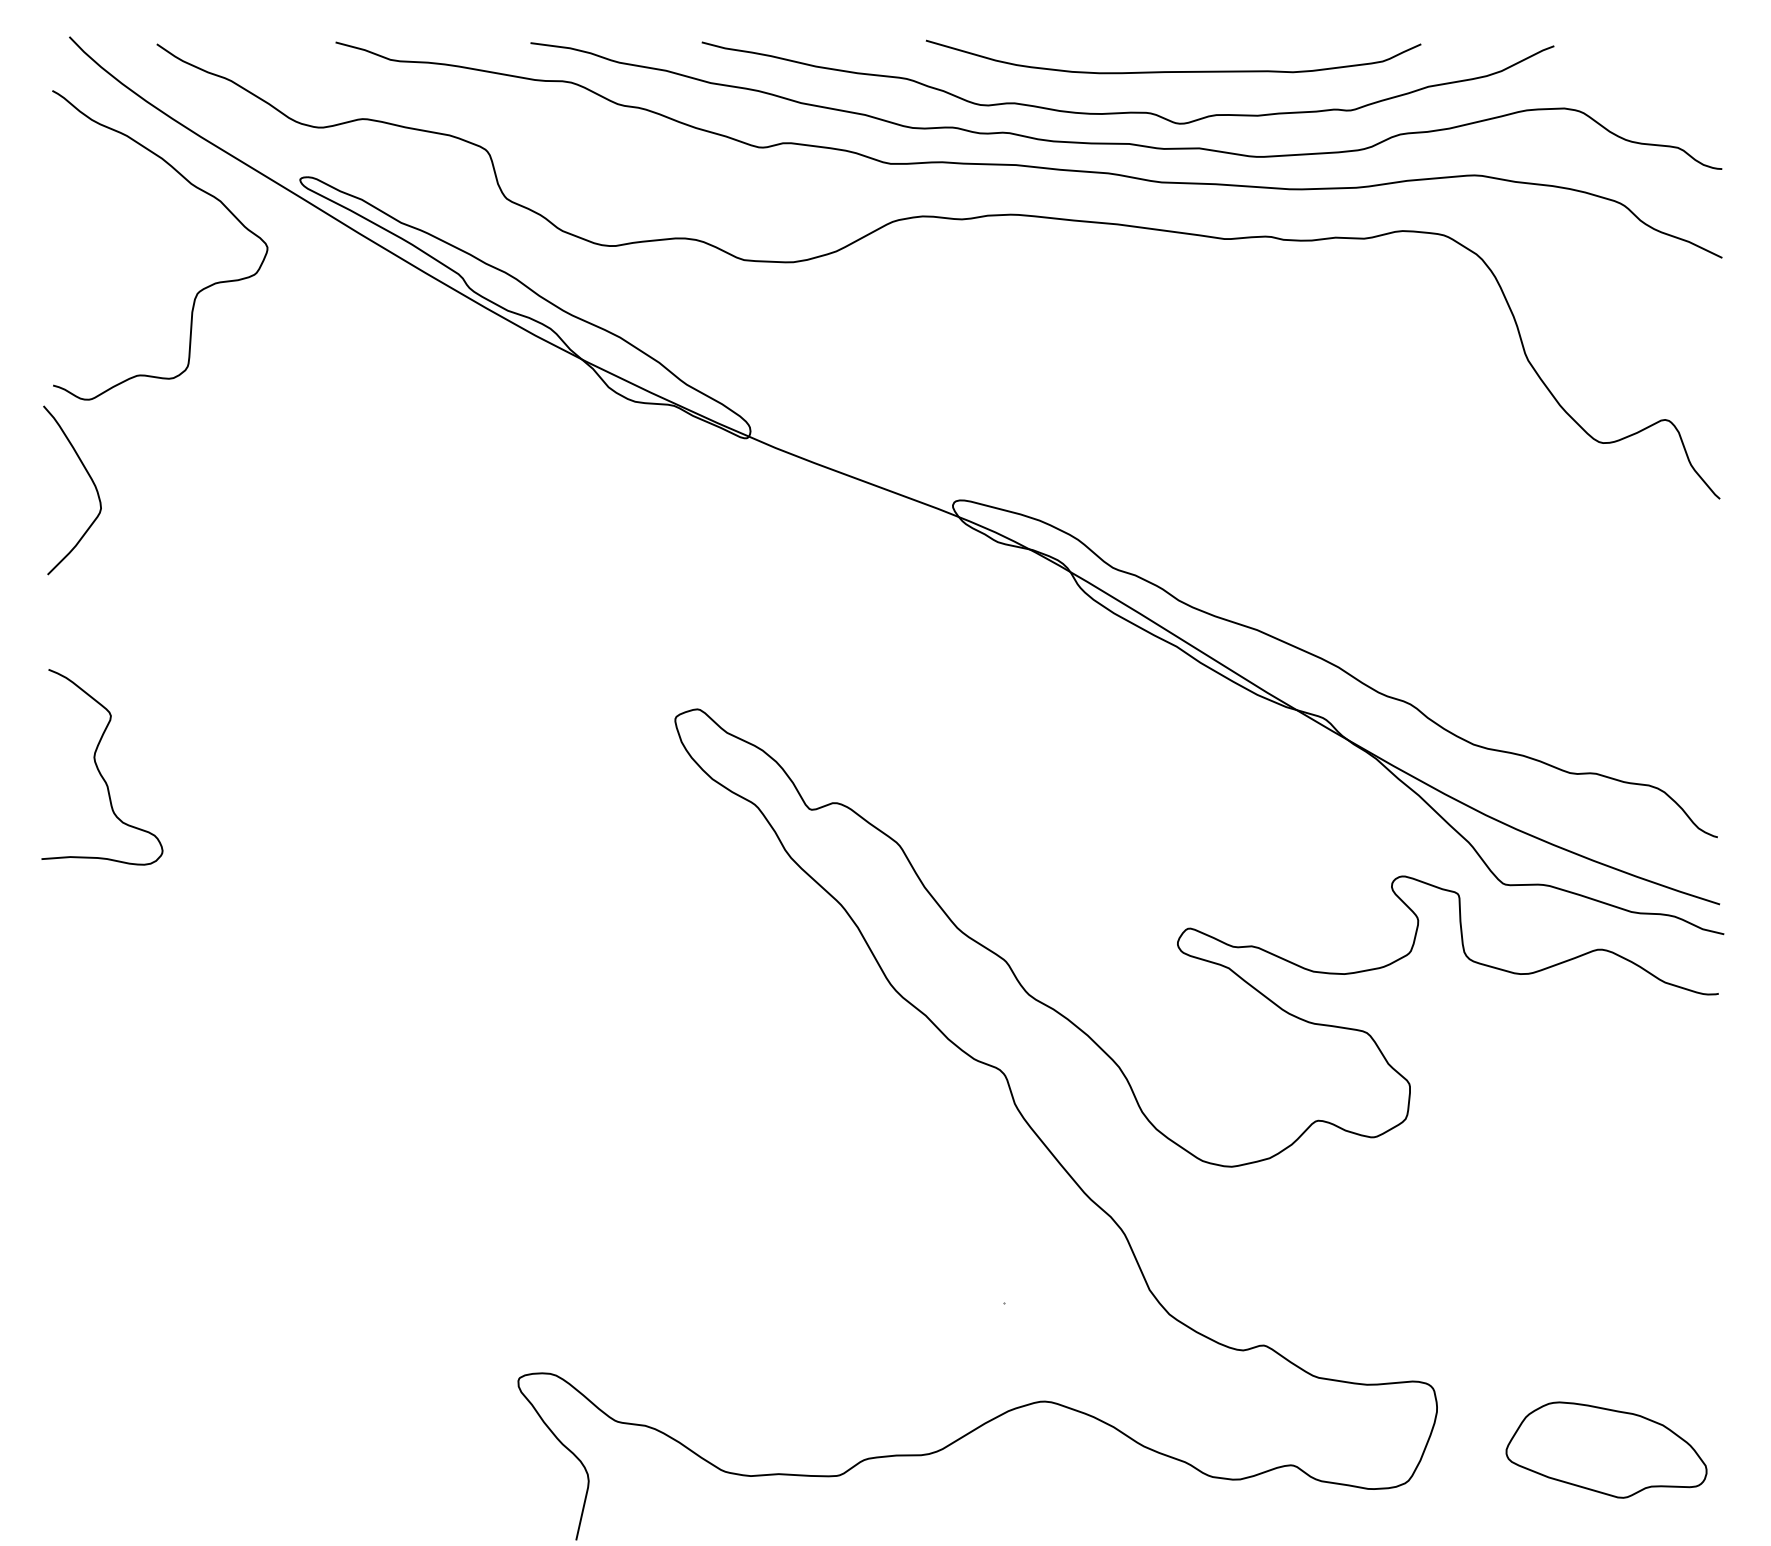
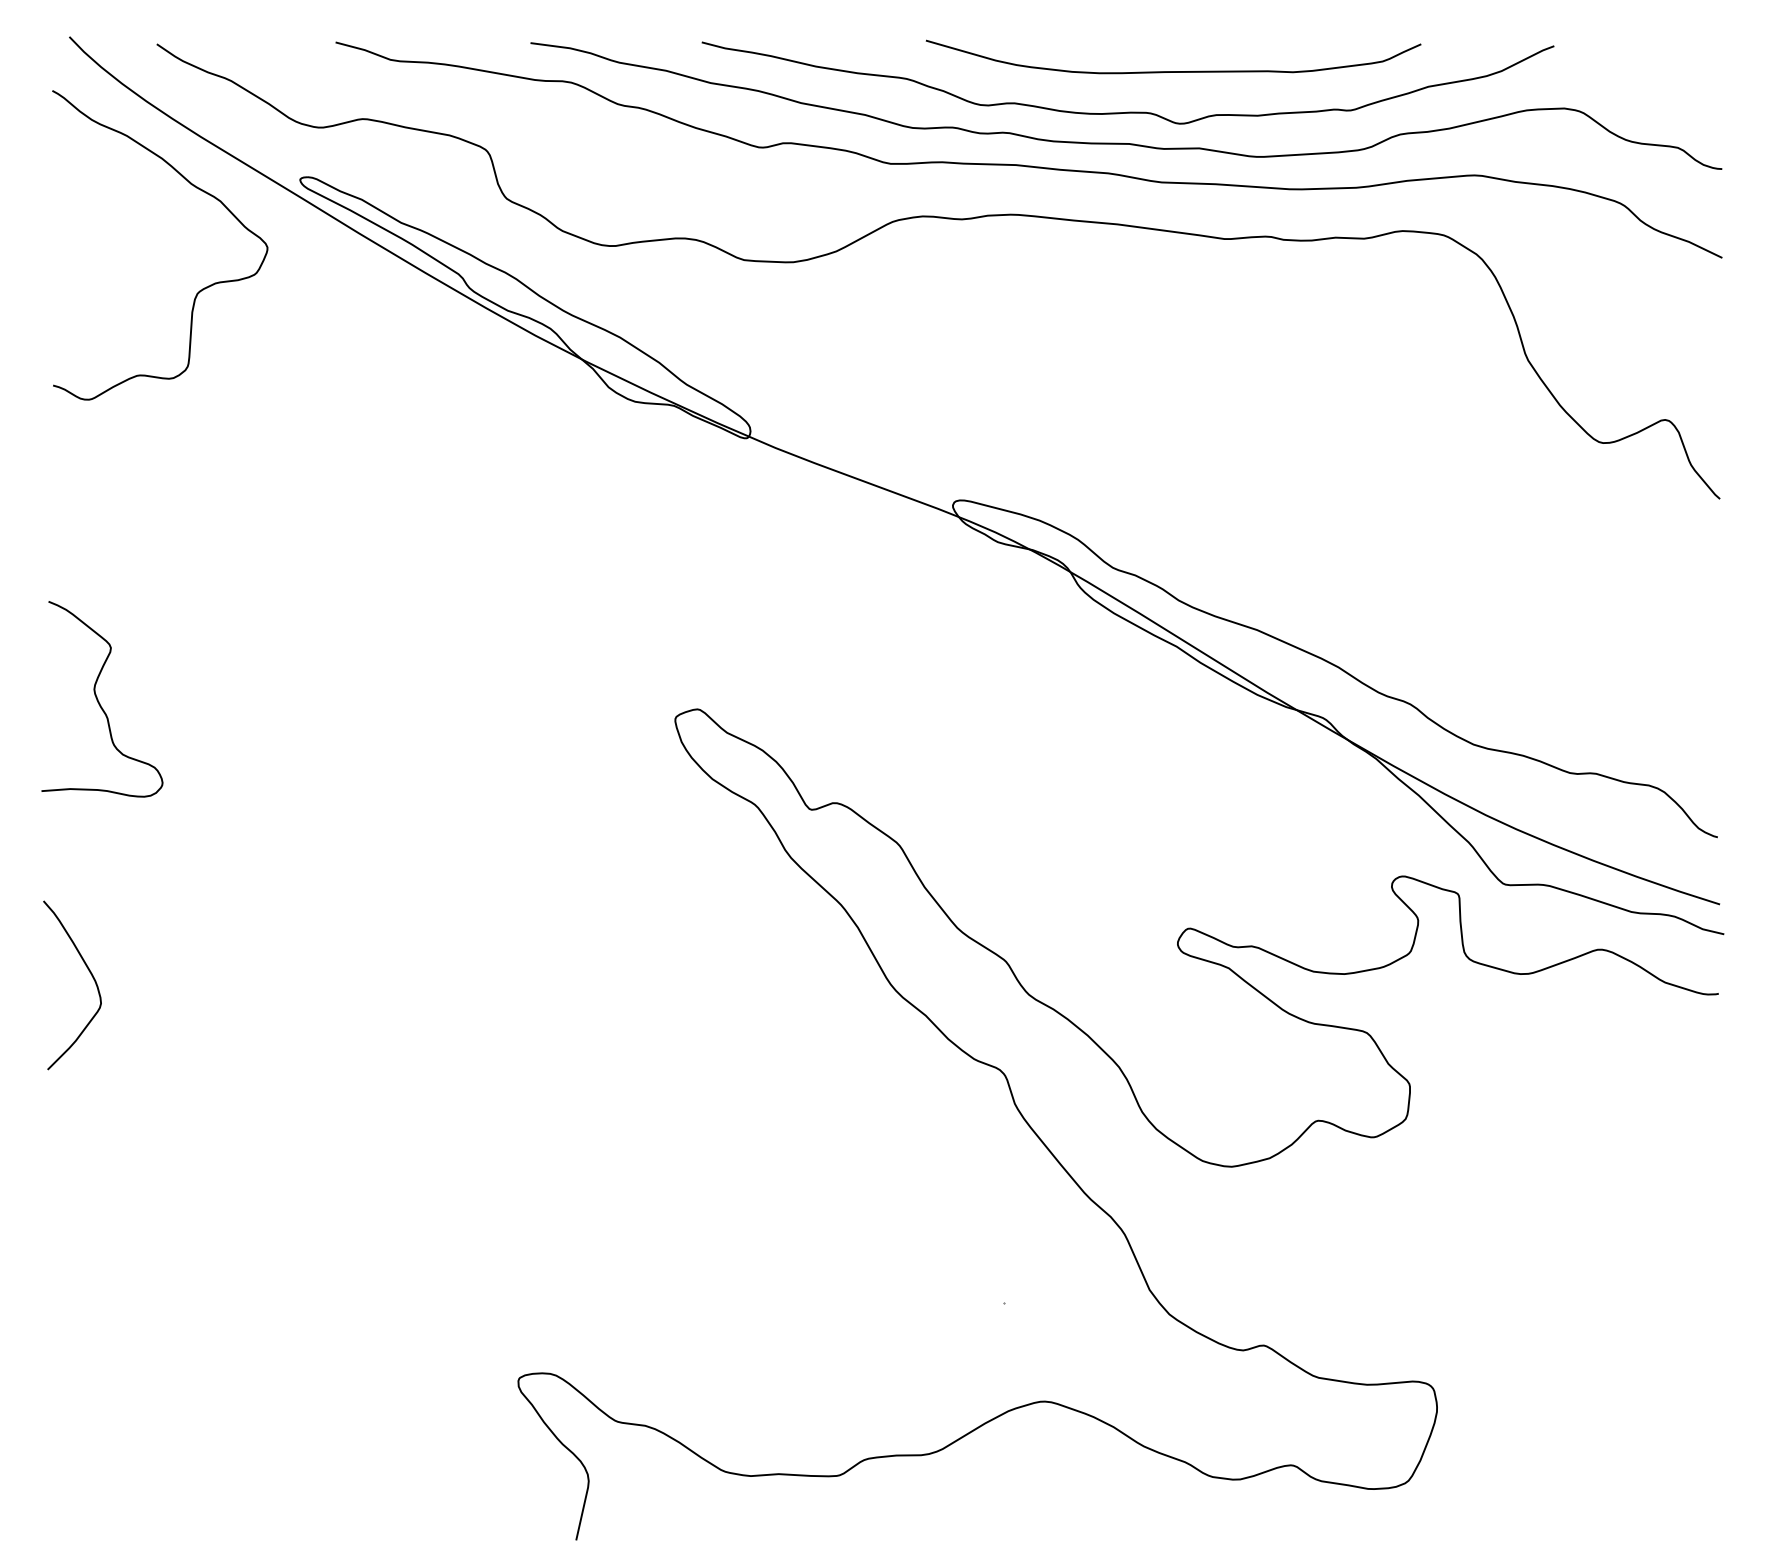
curve at (91, 481) position: (91, 481) -> (91, 976)
curve at (99, 769) position: (99, 769) -> (99, 701)
part at (1606, 1449): present -> none
